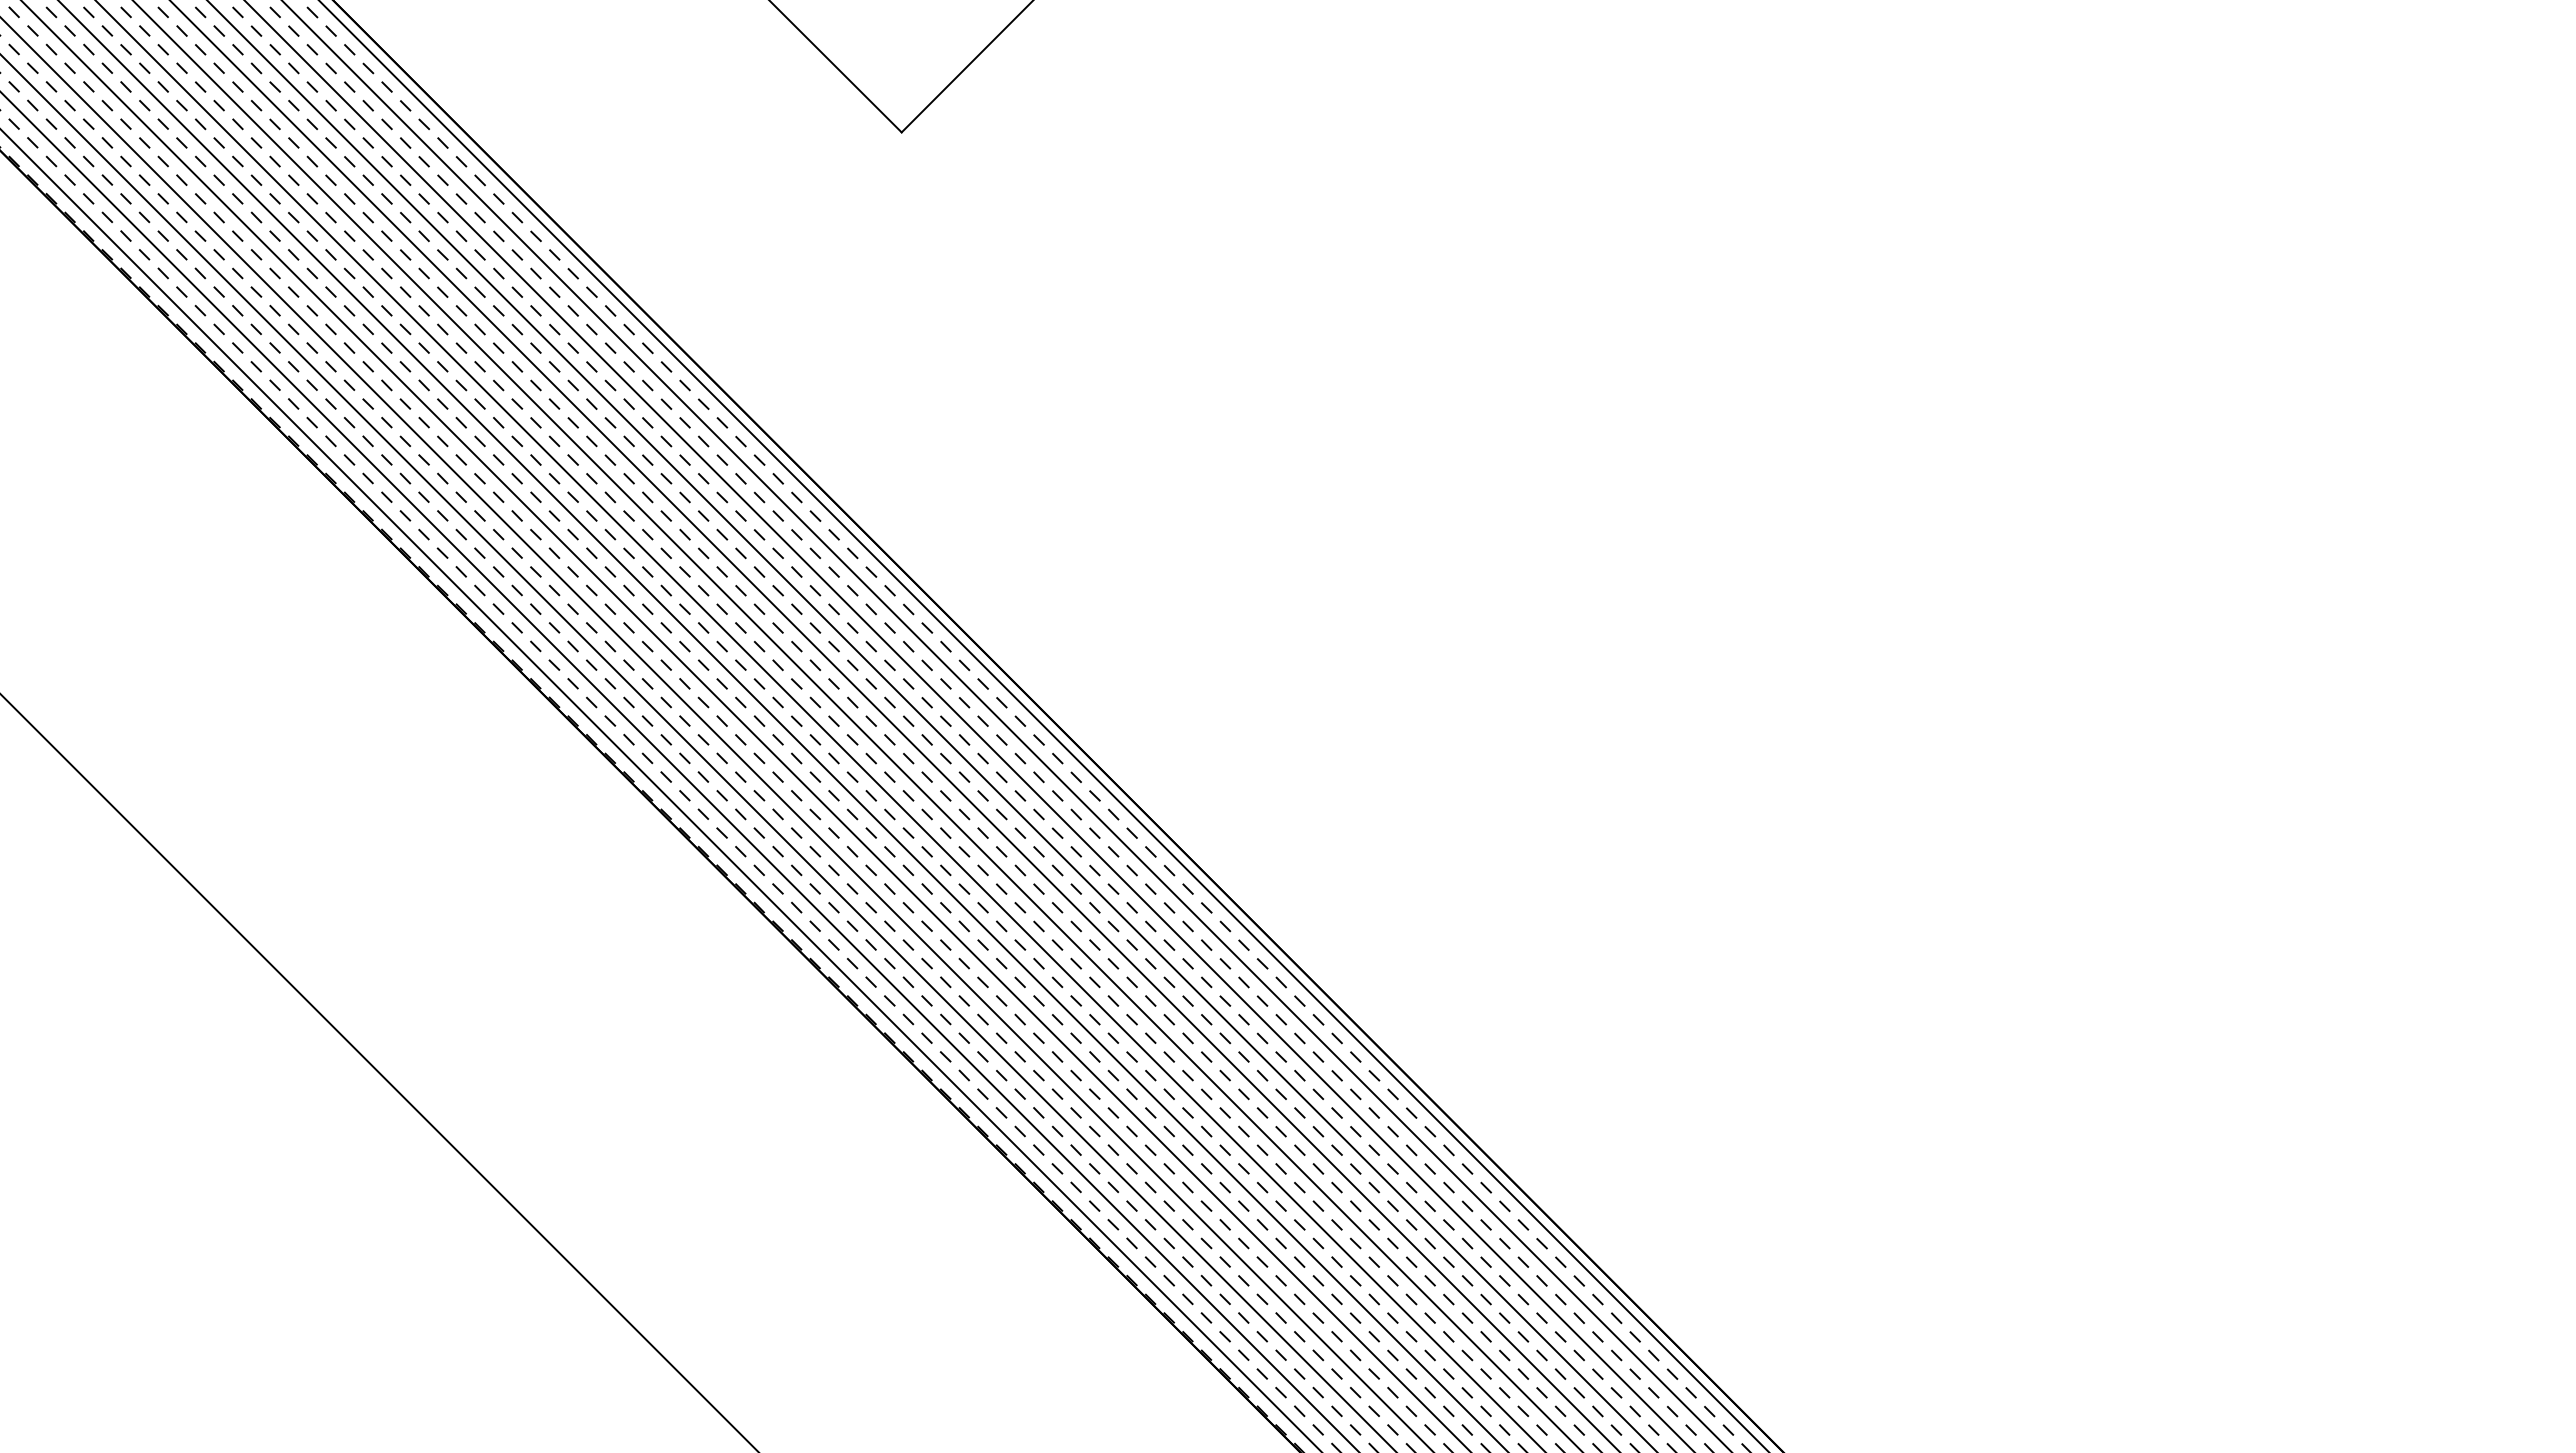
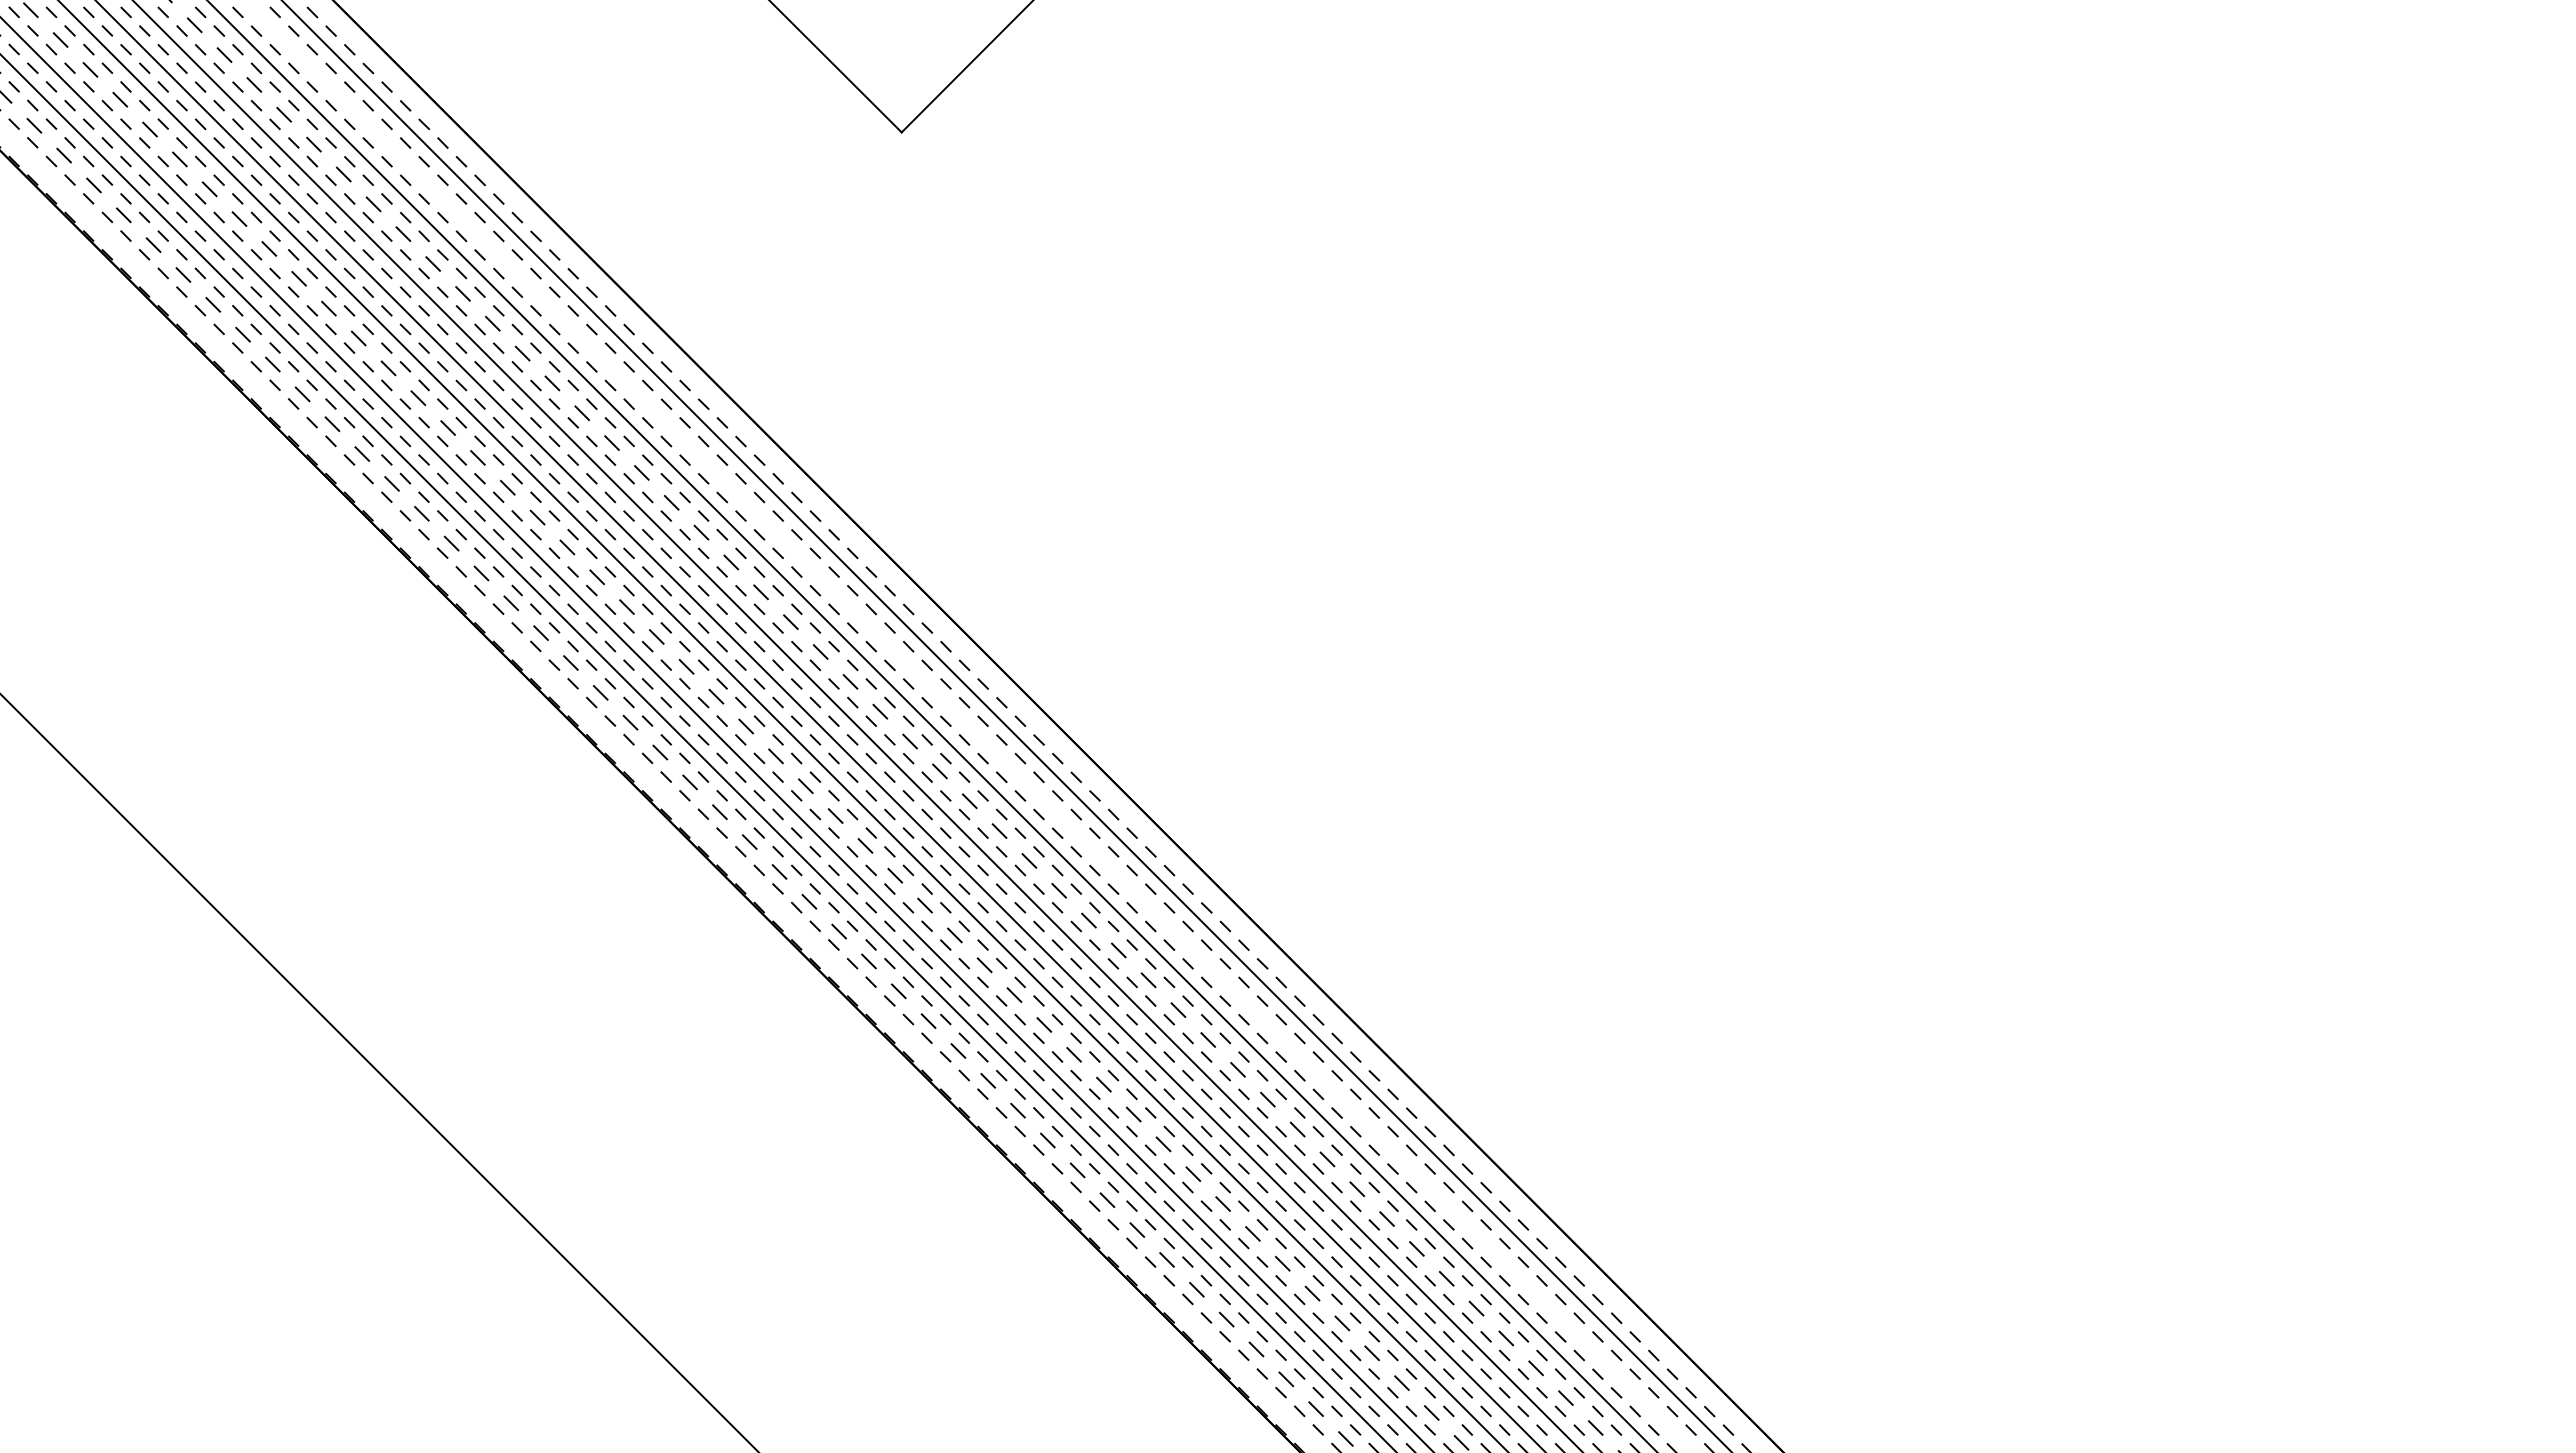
line at (968, 725): present -> none
line at (1043, 725): present -> none
line at (746, 726): solid -> dashed
line at (895, 726): solid -> dashed
line at (679, 772): solid -> dashed
line at (660, 789): present -> none
